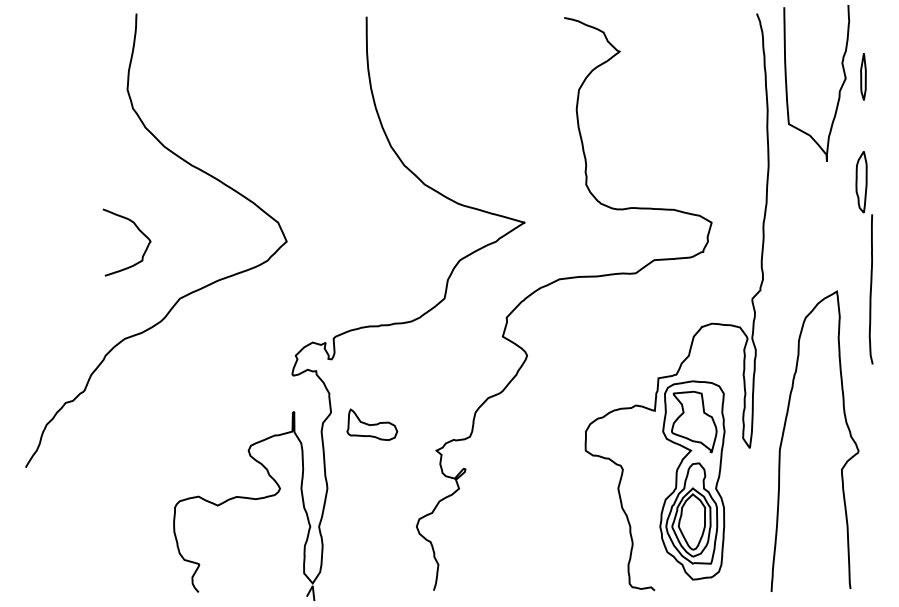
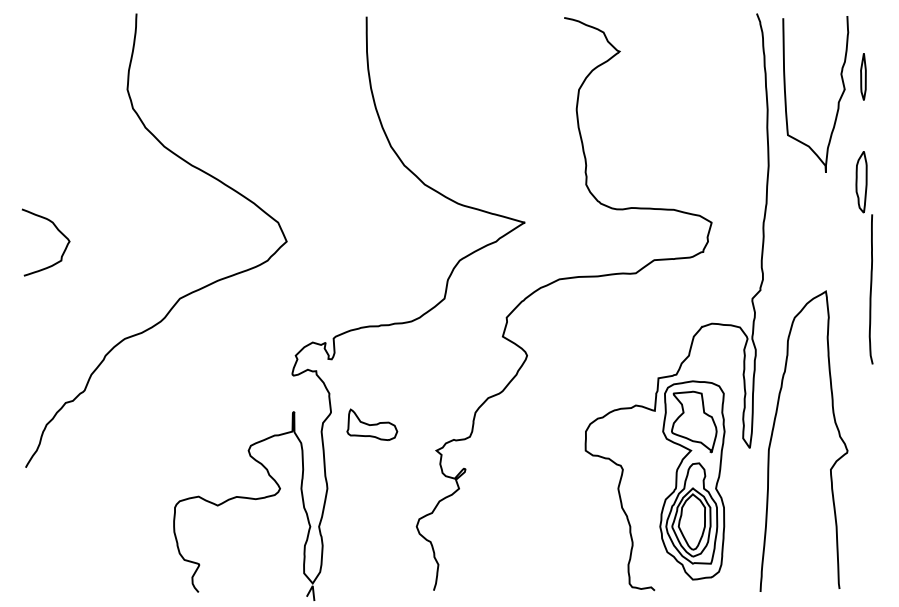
curve at (838, 91) position: (838, 91) -> (837, 102)
curve at (138, 230) position: (138, 230) -> (57, 230)
curve at (784, 433) position: (784, 433) -> (773, 433)
